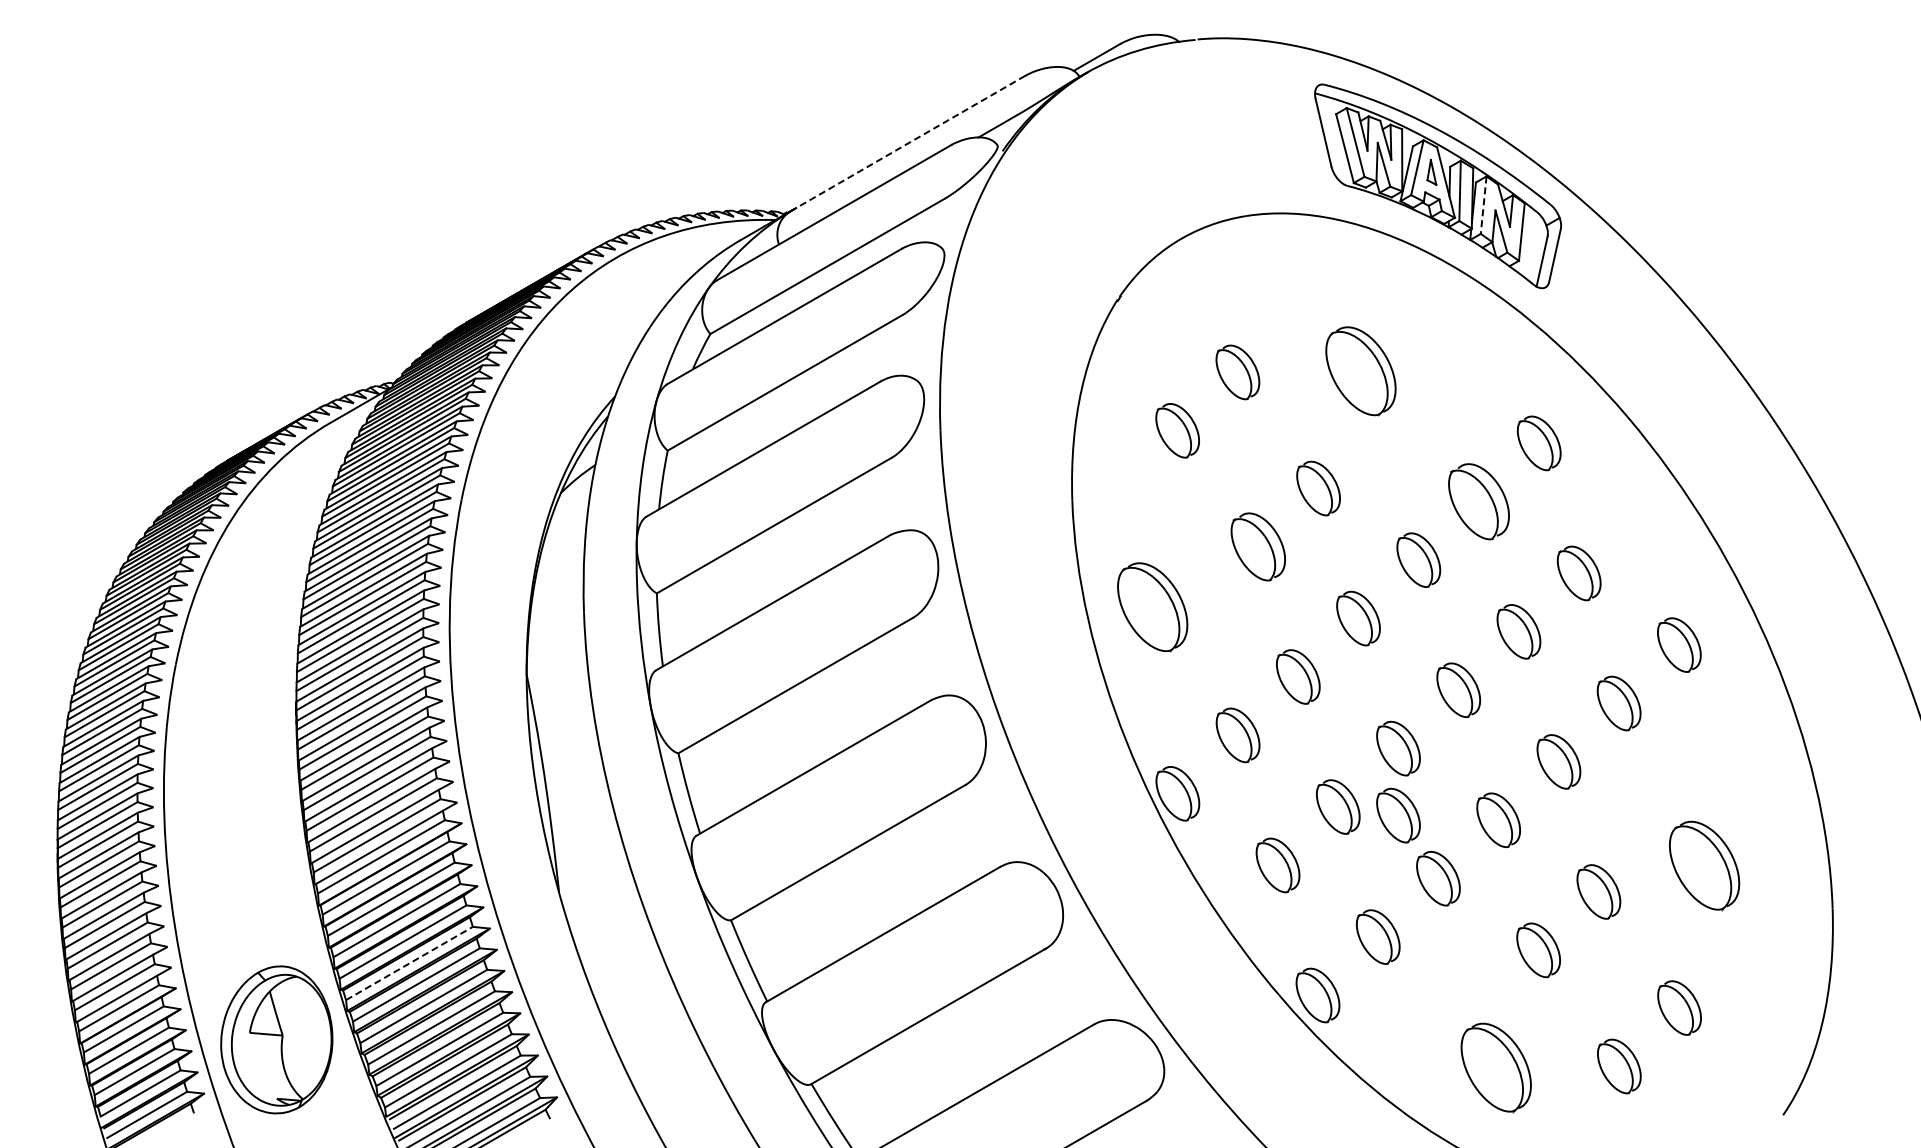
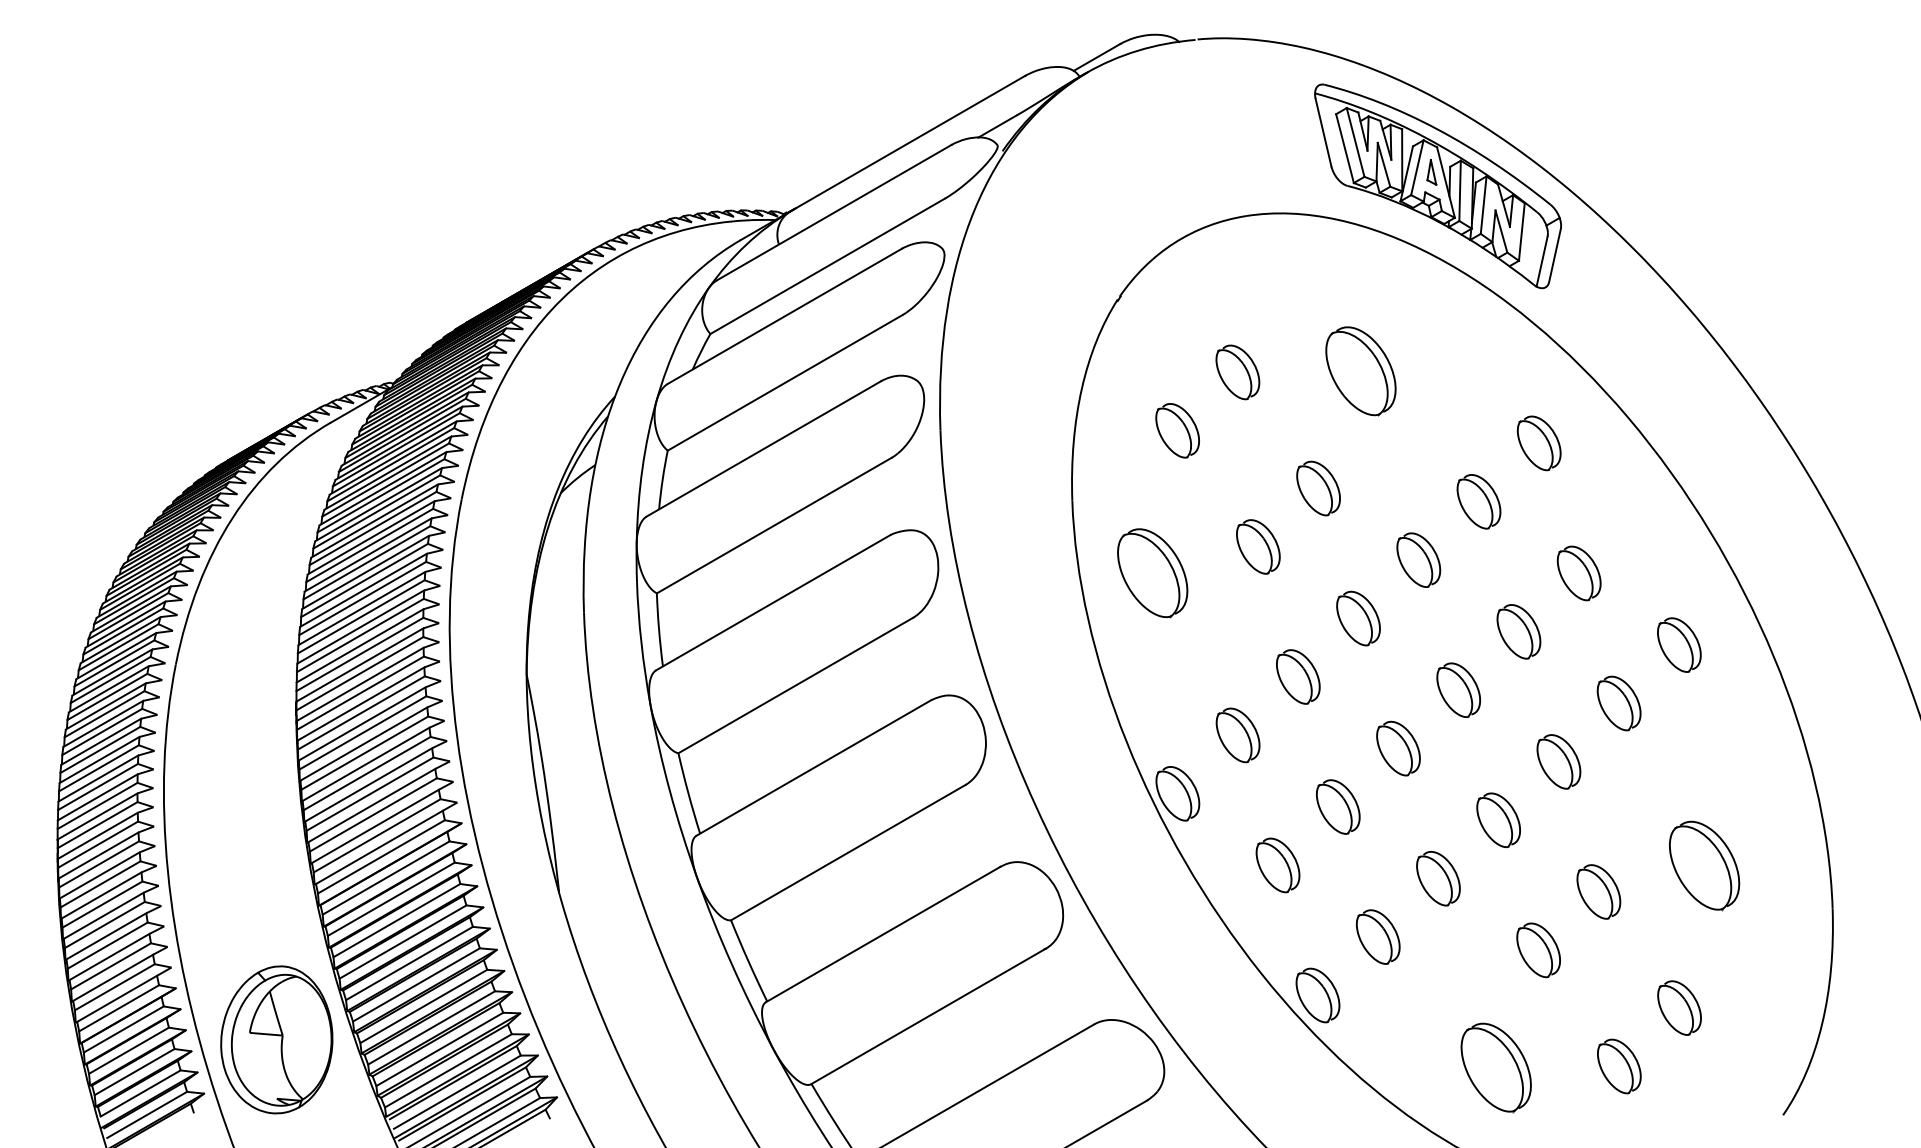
line at (907, 143): dashed -> solid
line at (1483, 205): dashed -> solid
part at (1478, 501) size: 62x78 px -> 46x56 px
part at (1257, 546) size: 56x70 px -> 45x56 px
part at (1152, 607) position: (1152, 607) -> (1152, 573)
part at (1398, 815): present -> none
line at (409, 963): dashed -> solid
